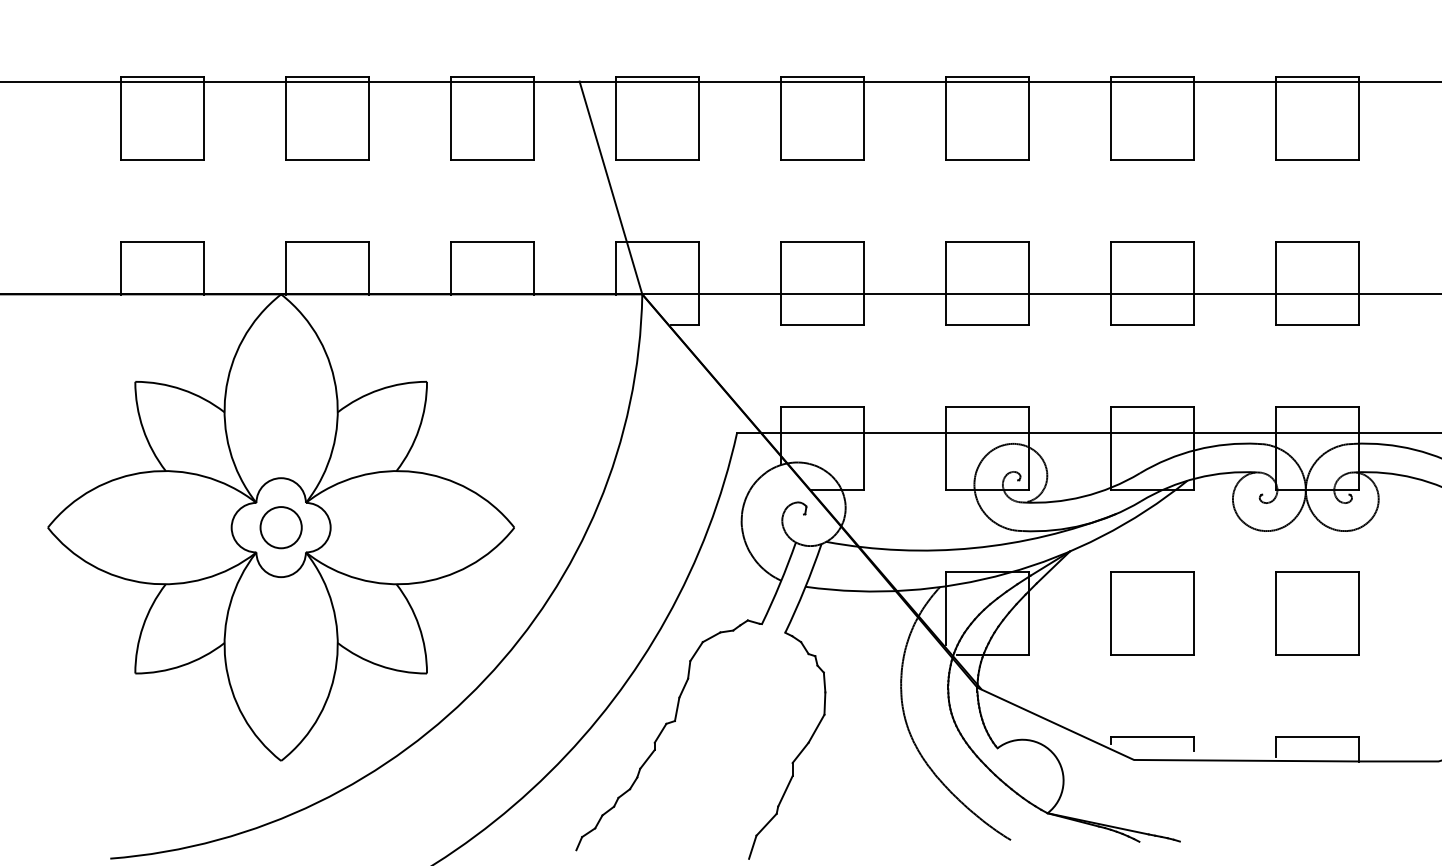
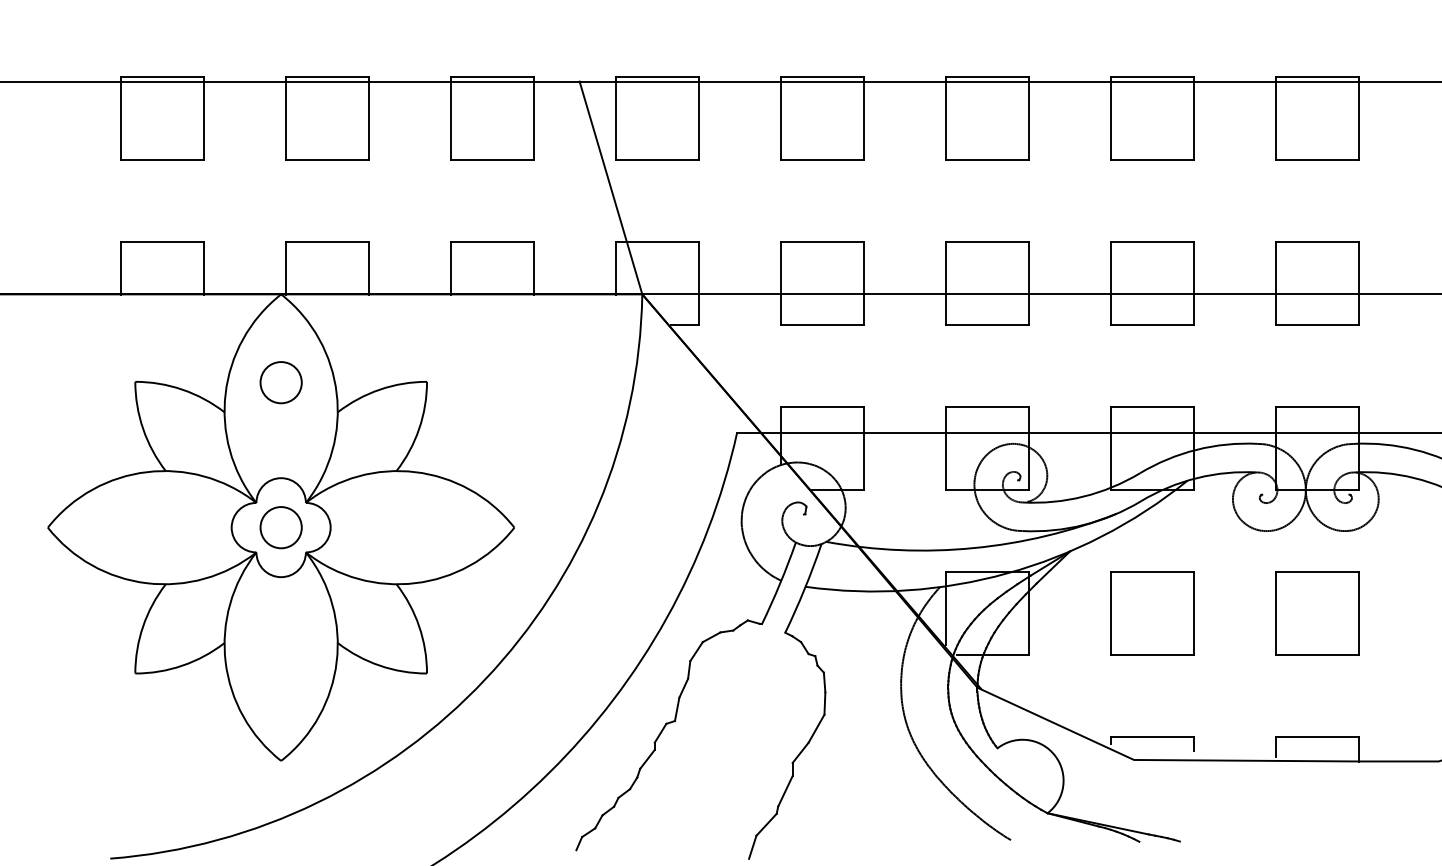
circle at (280, 382): none -> present
